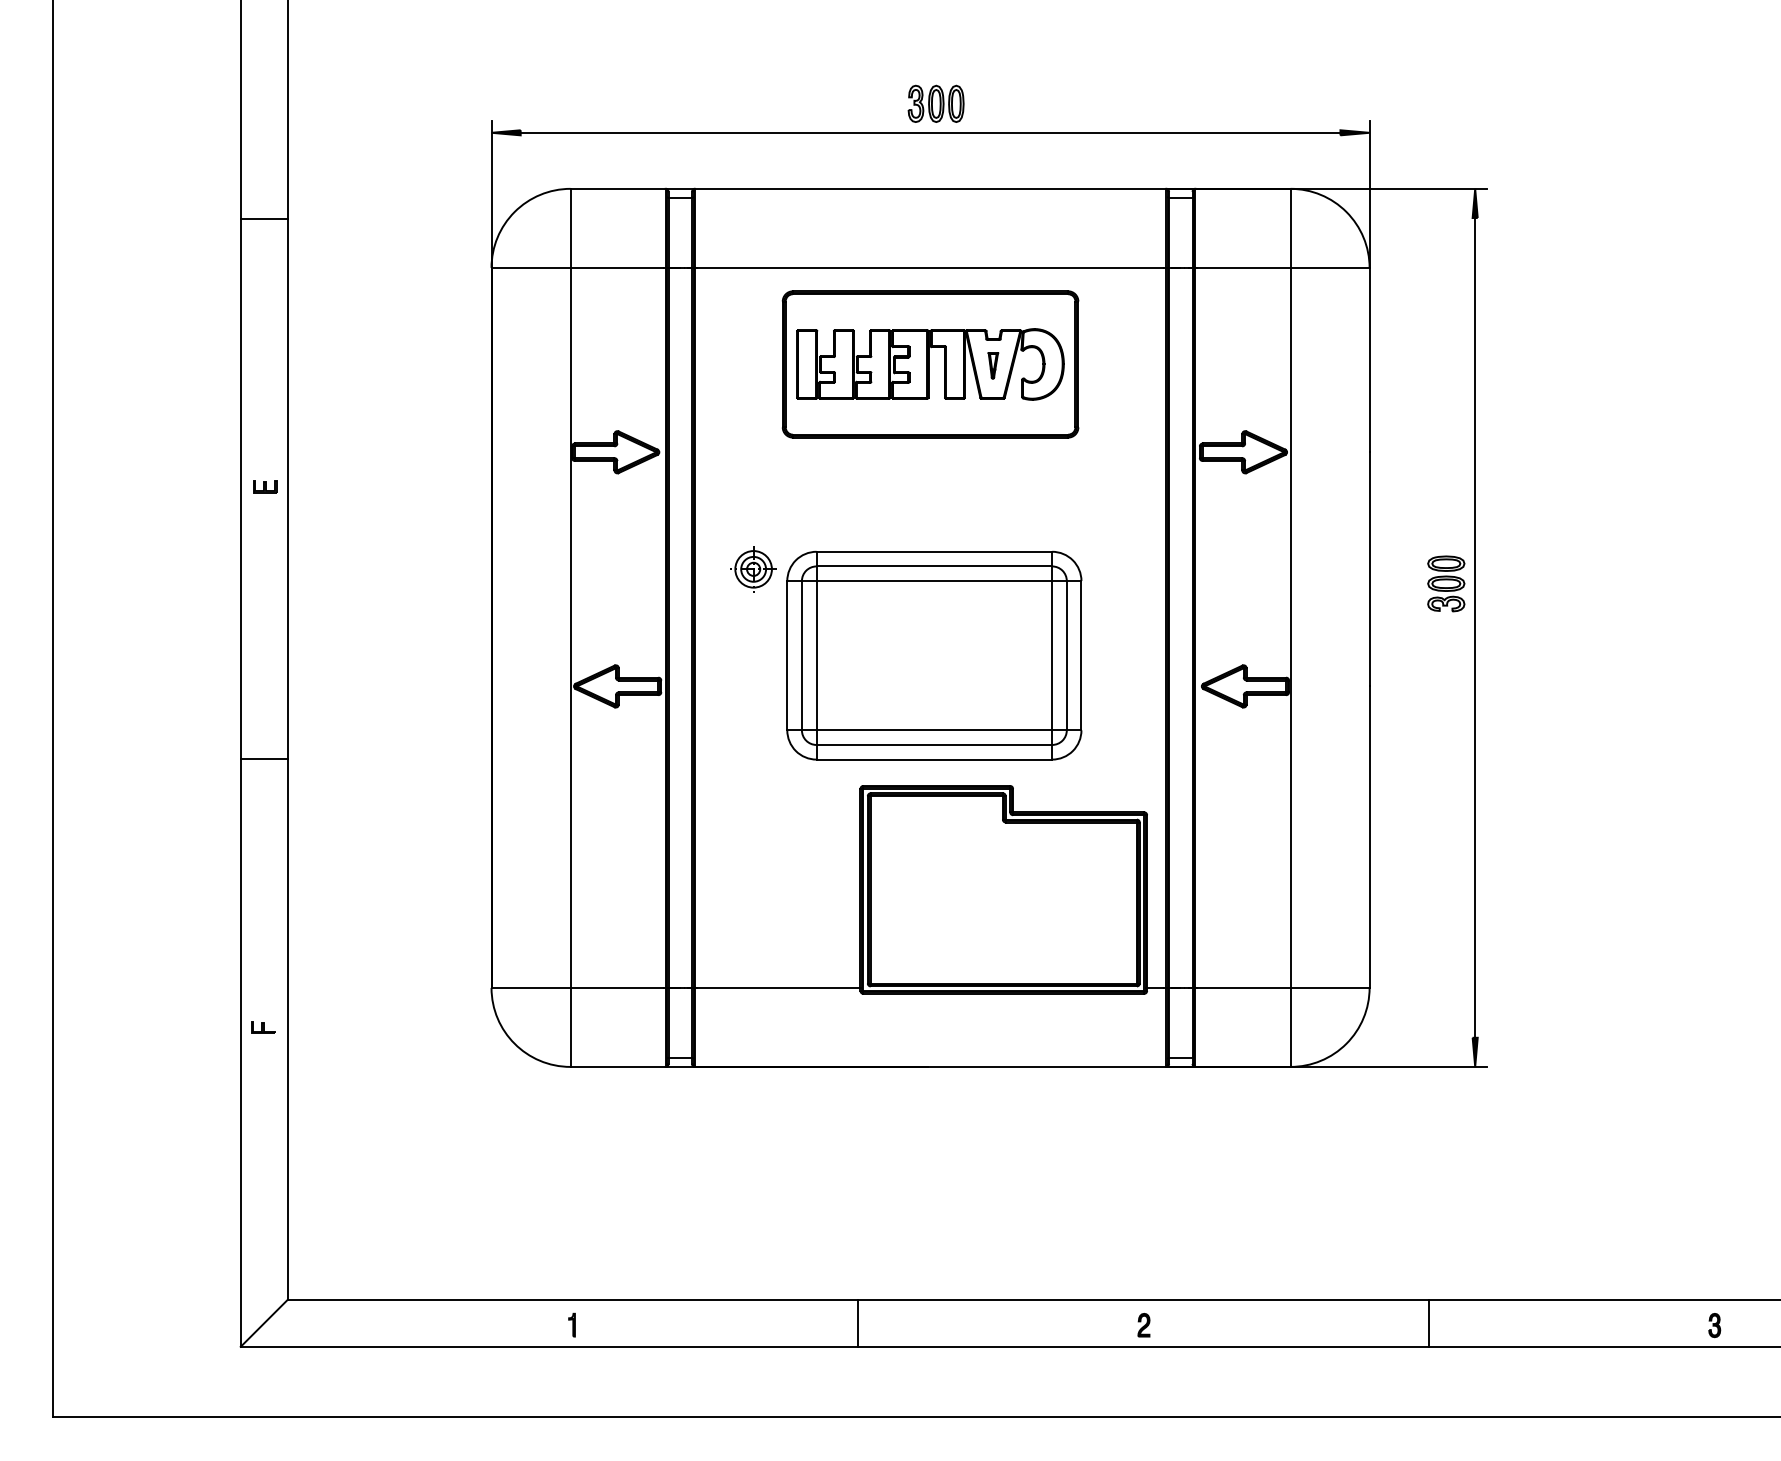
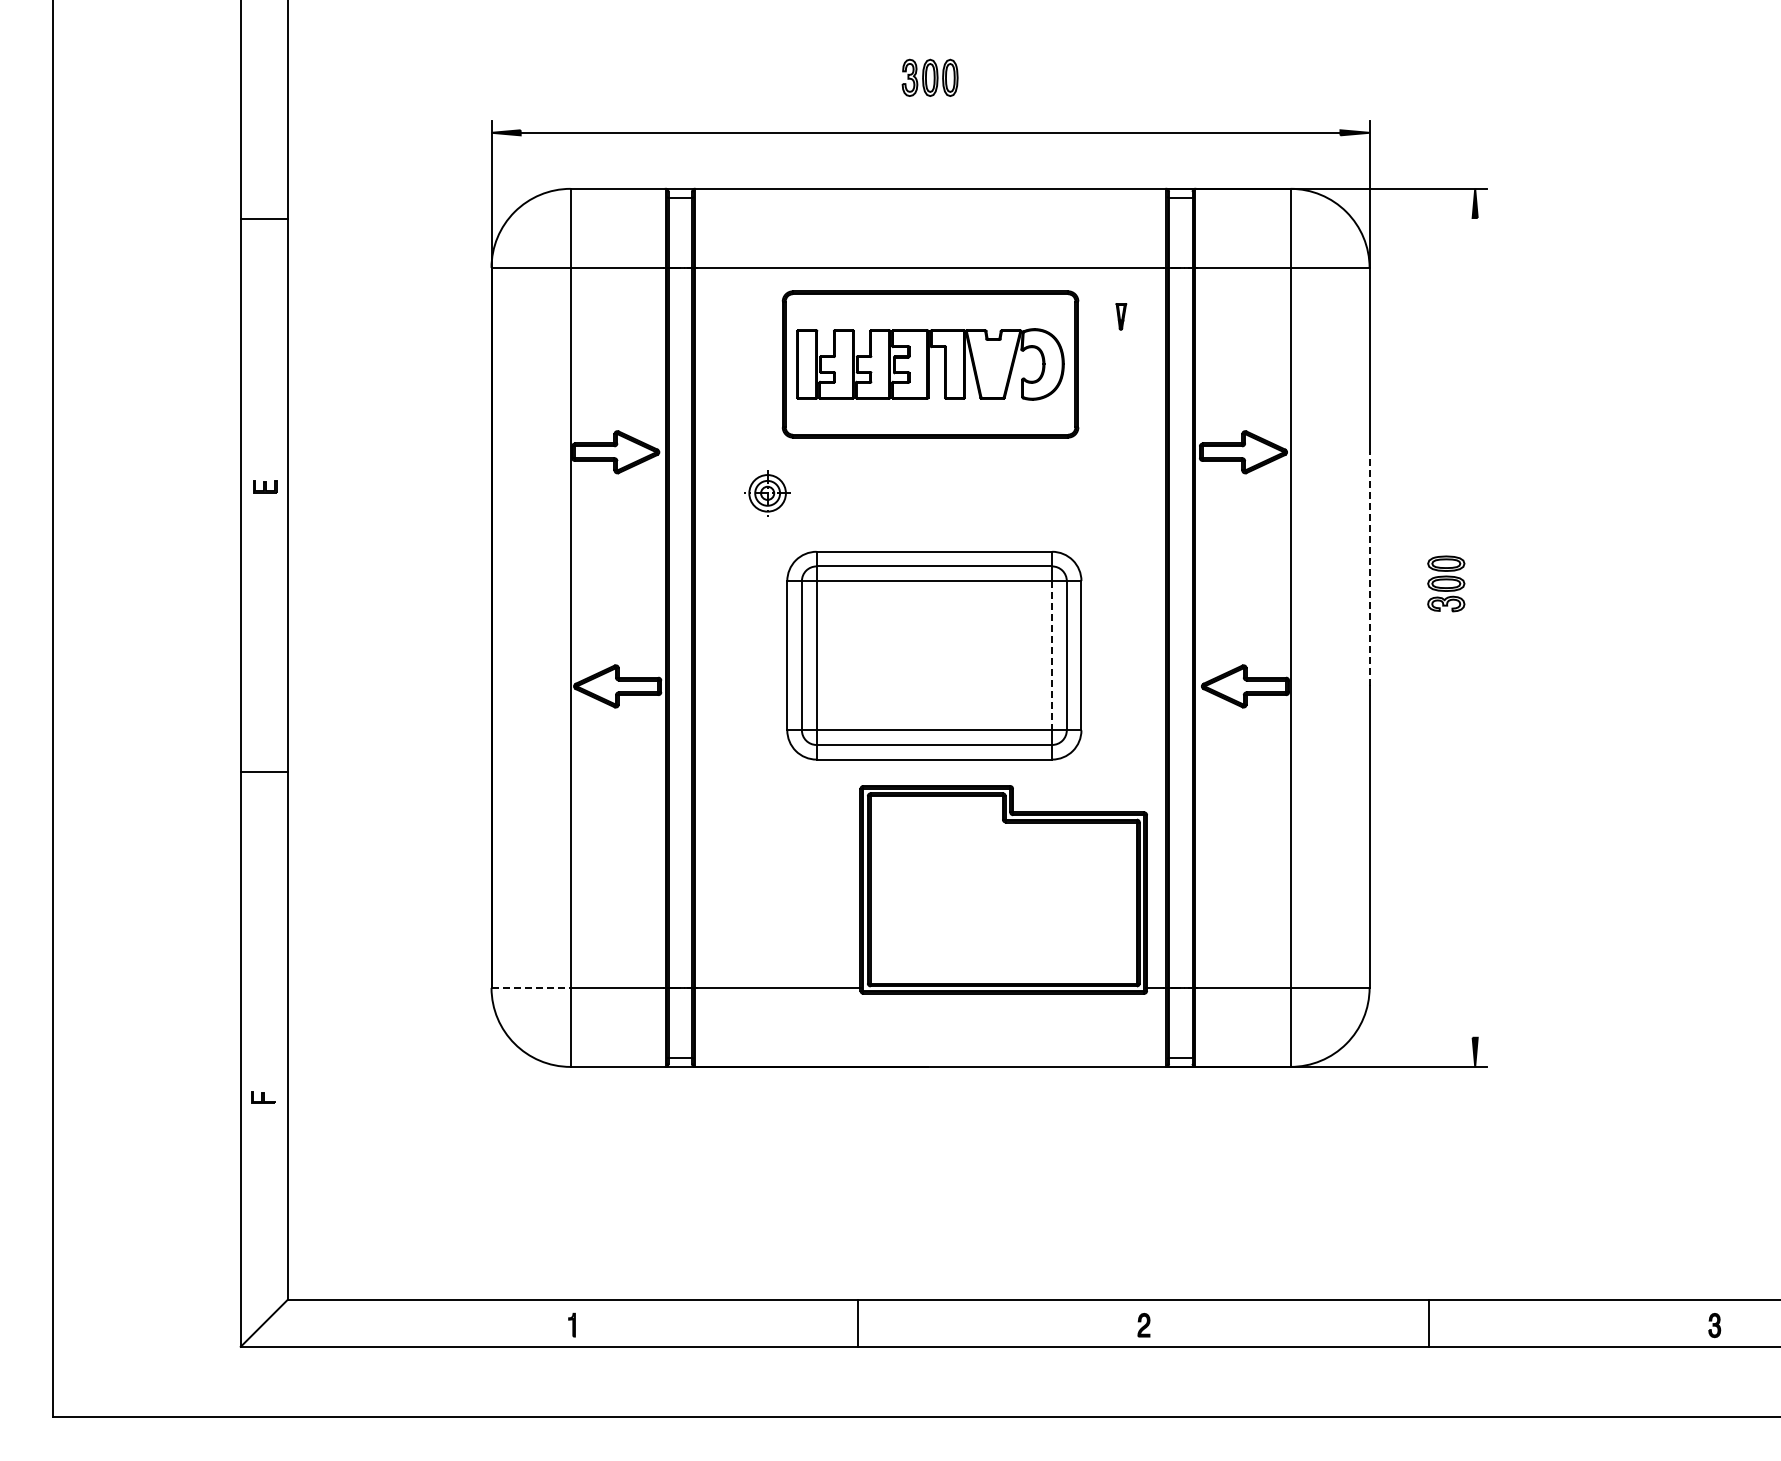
part at (935, 103) position: (935, 103) -> (929, 77)
part at (993, 365) position: (993, 365) -> (1121, 316)
line at (1369, 568): solid -> dashed
part at (753, 569) position: (753, 569) -> (767, 493)
line at (1475, 627): present -> none
line at (1052, 655): solid -> dashed
line at (263, 759) position: (263, 759) -> (263, 772)
line at (531, 987): solid -> dashed
part at (263, 1027) position: (263, 1027) -> (263, 1097)
